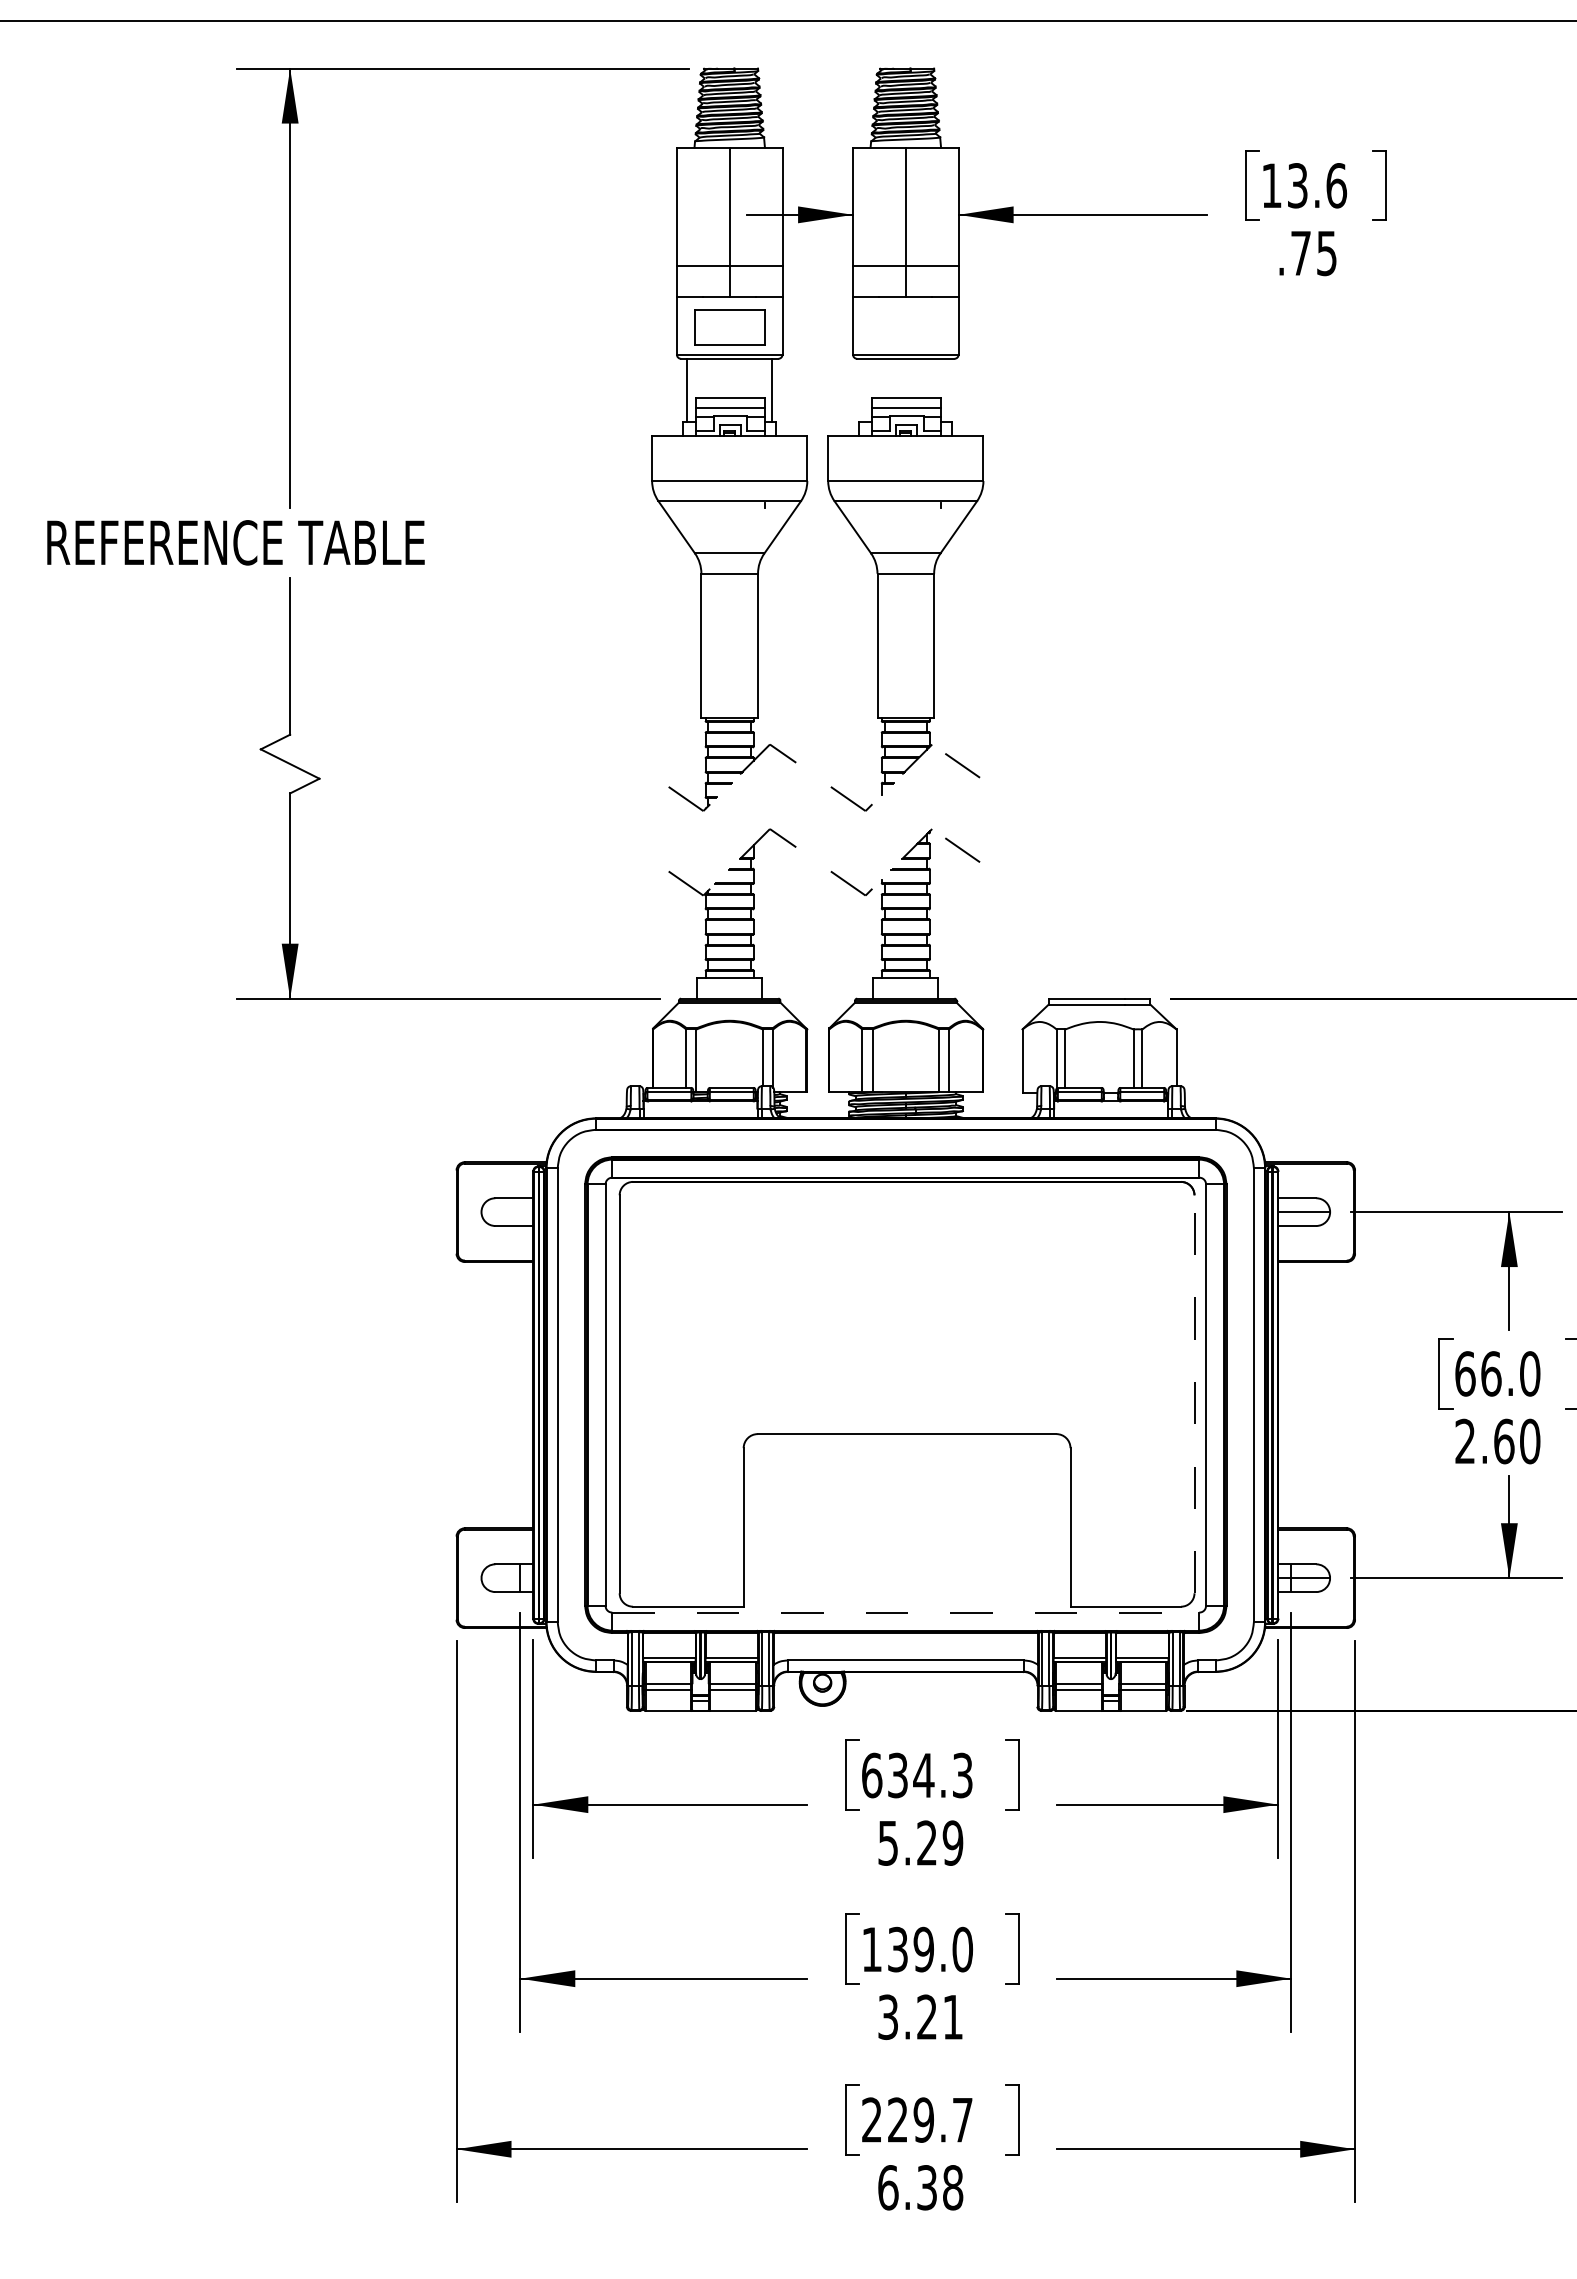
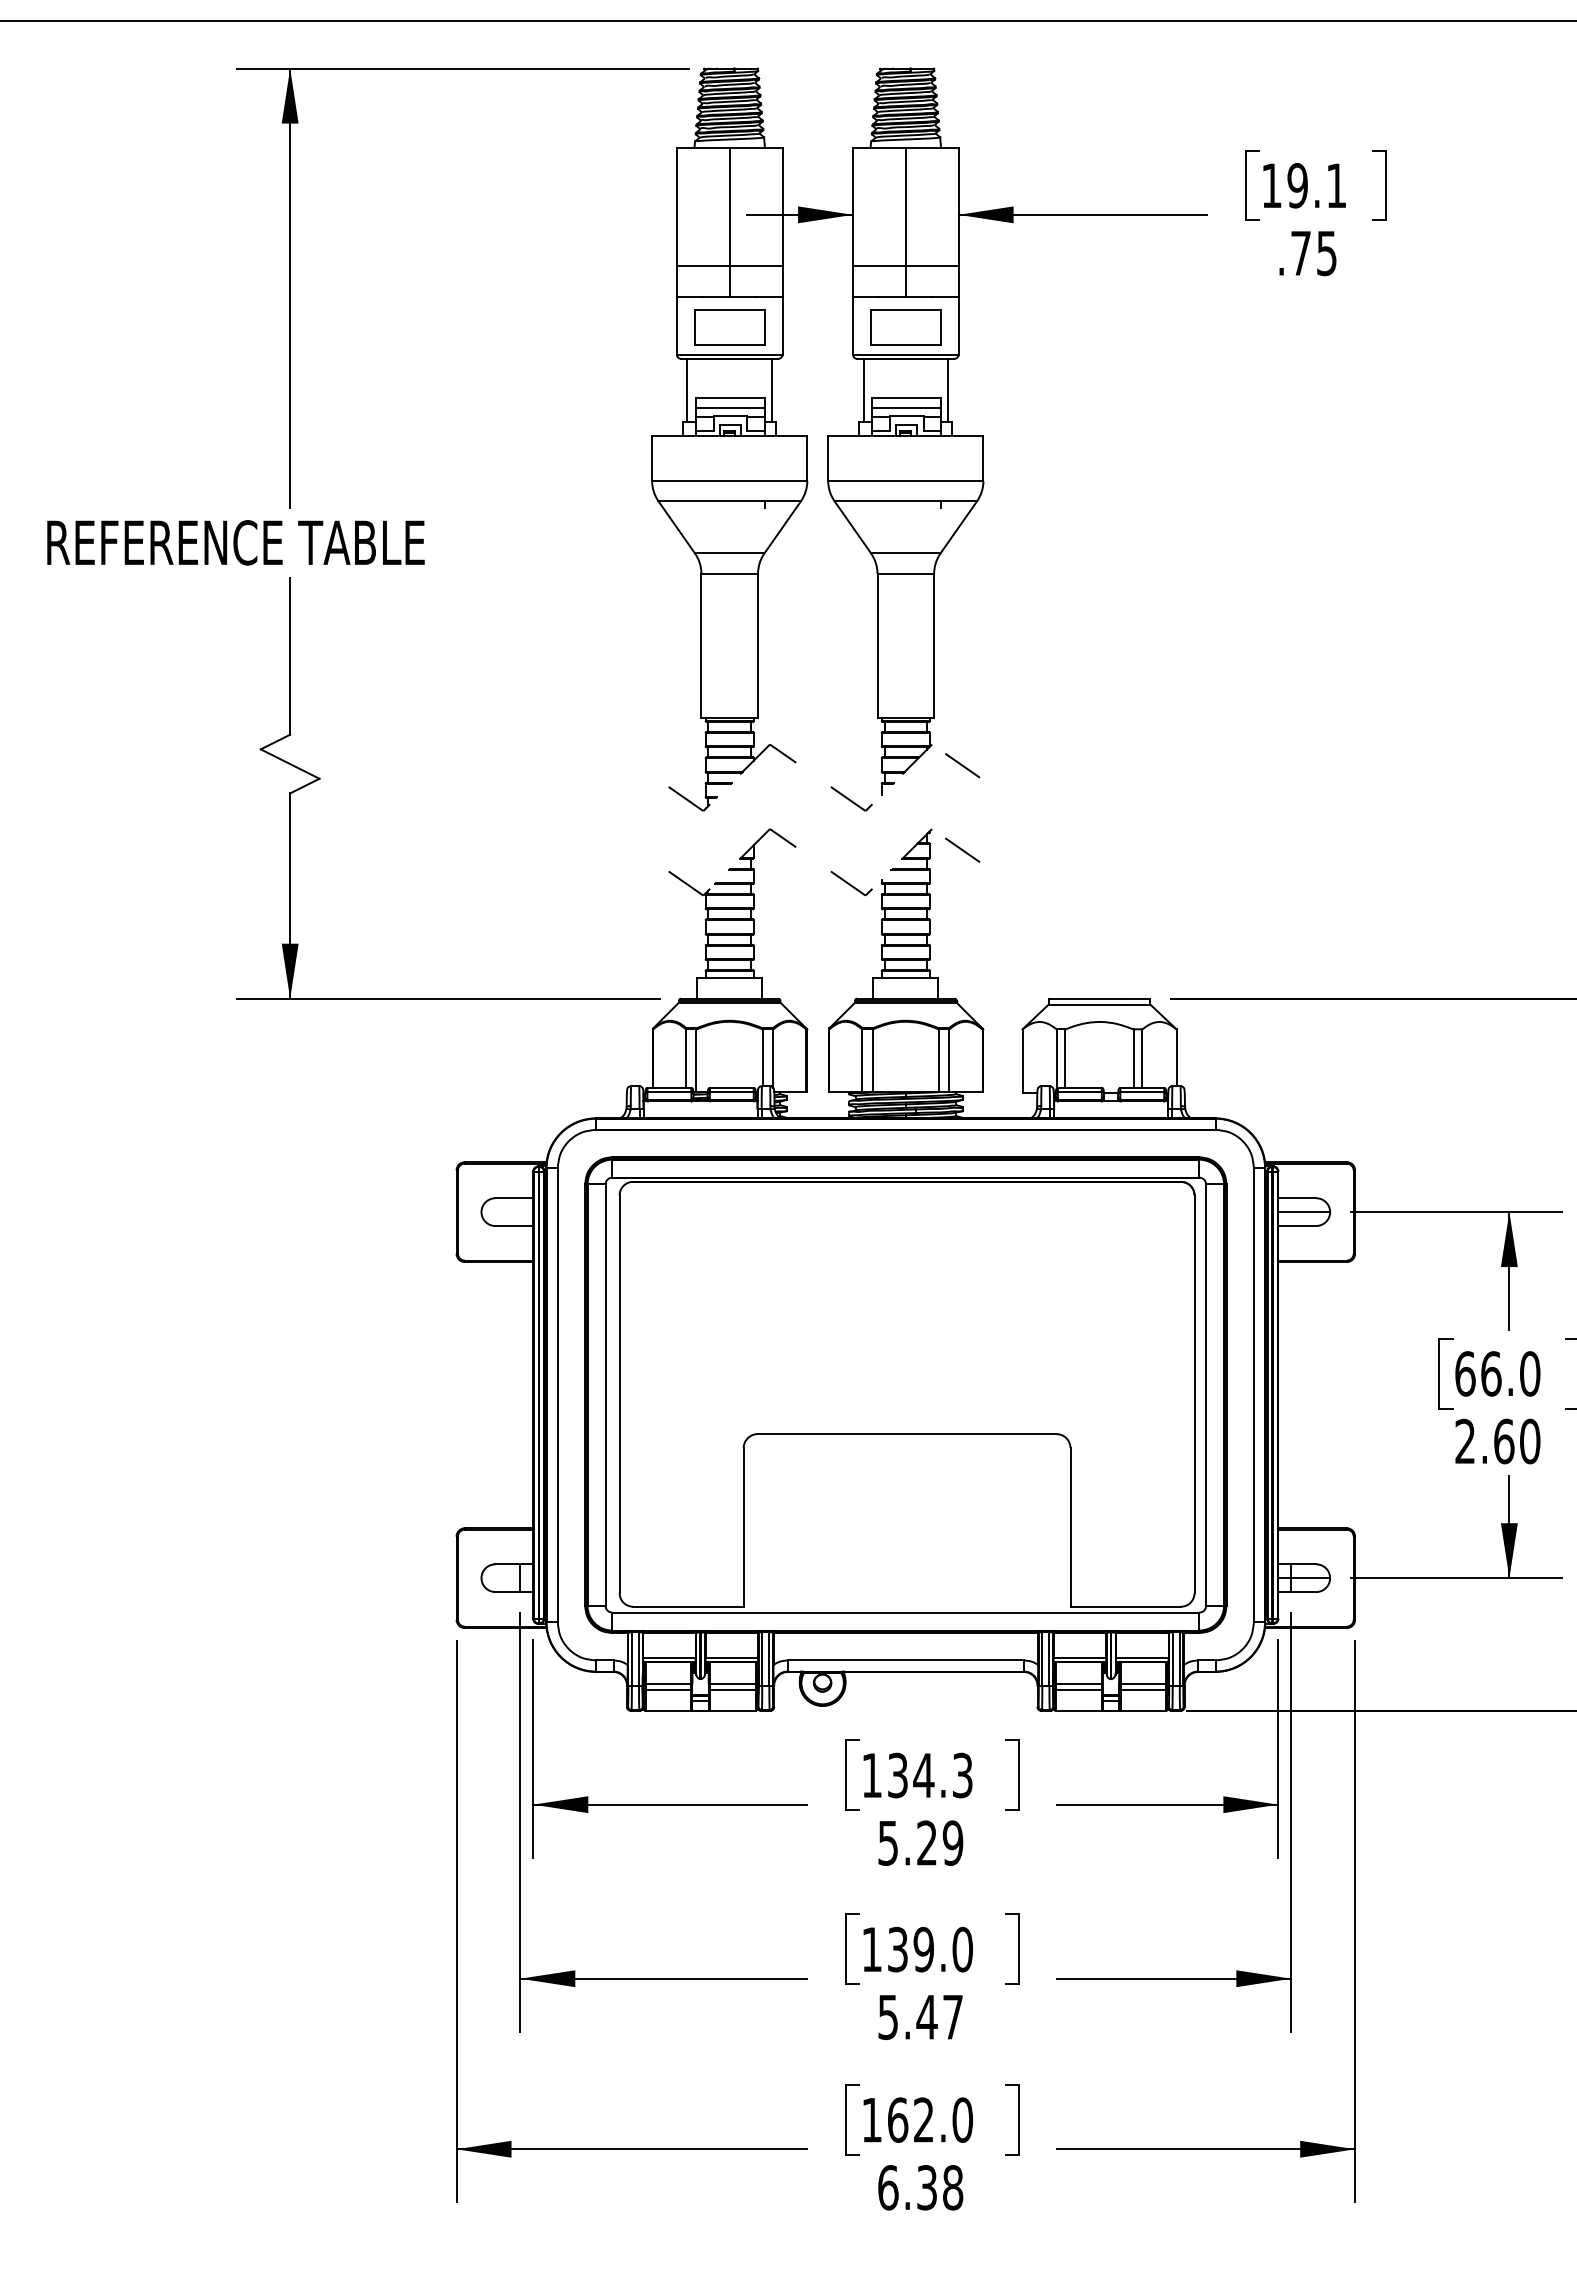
text at (1317, 185): 13.6 -> 19.1
part at (905, 327): none -> present
line at (863, 390): none -> present
line at (948, 390): none -> present
line at (1194, 1393): dashed -> solid
line at (905, 1612): dashed -> solid
text at (872, 1775): 634.3 -> 134.3
text at (920, 2016): 3.21 -> 5.47
text at (917, 2119): 229.7 -> 162.0
